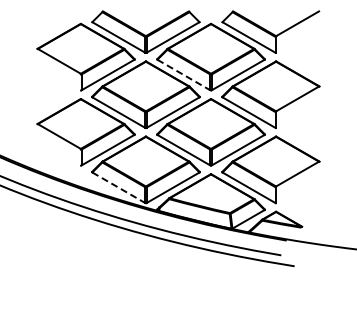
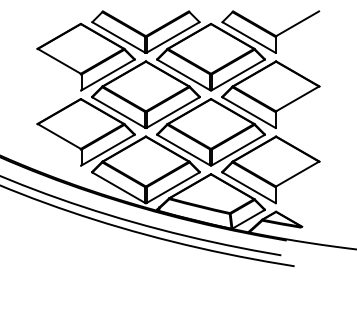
line at (183, 75): dashed -> solid
line at (118, 187): dashed -> solid
